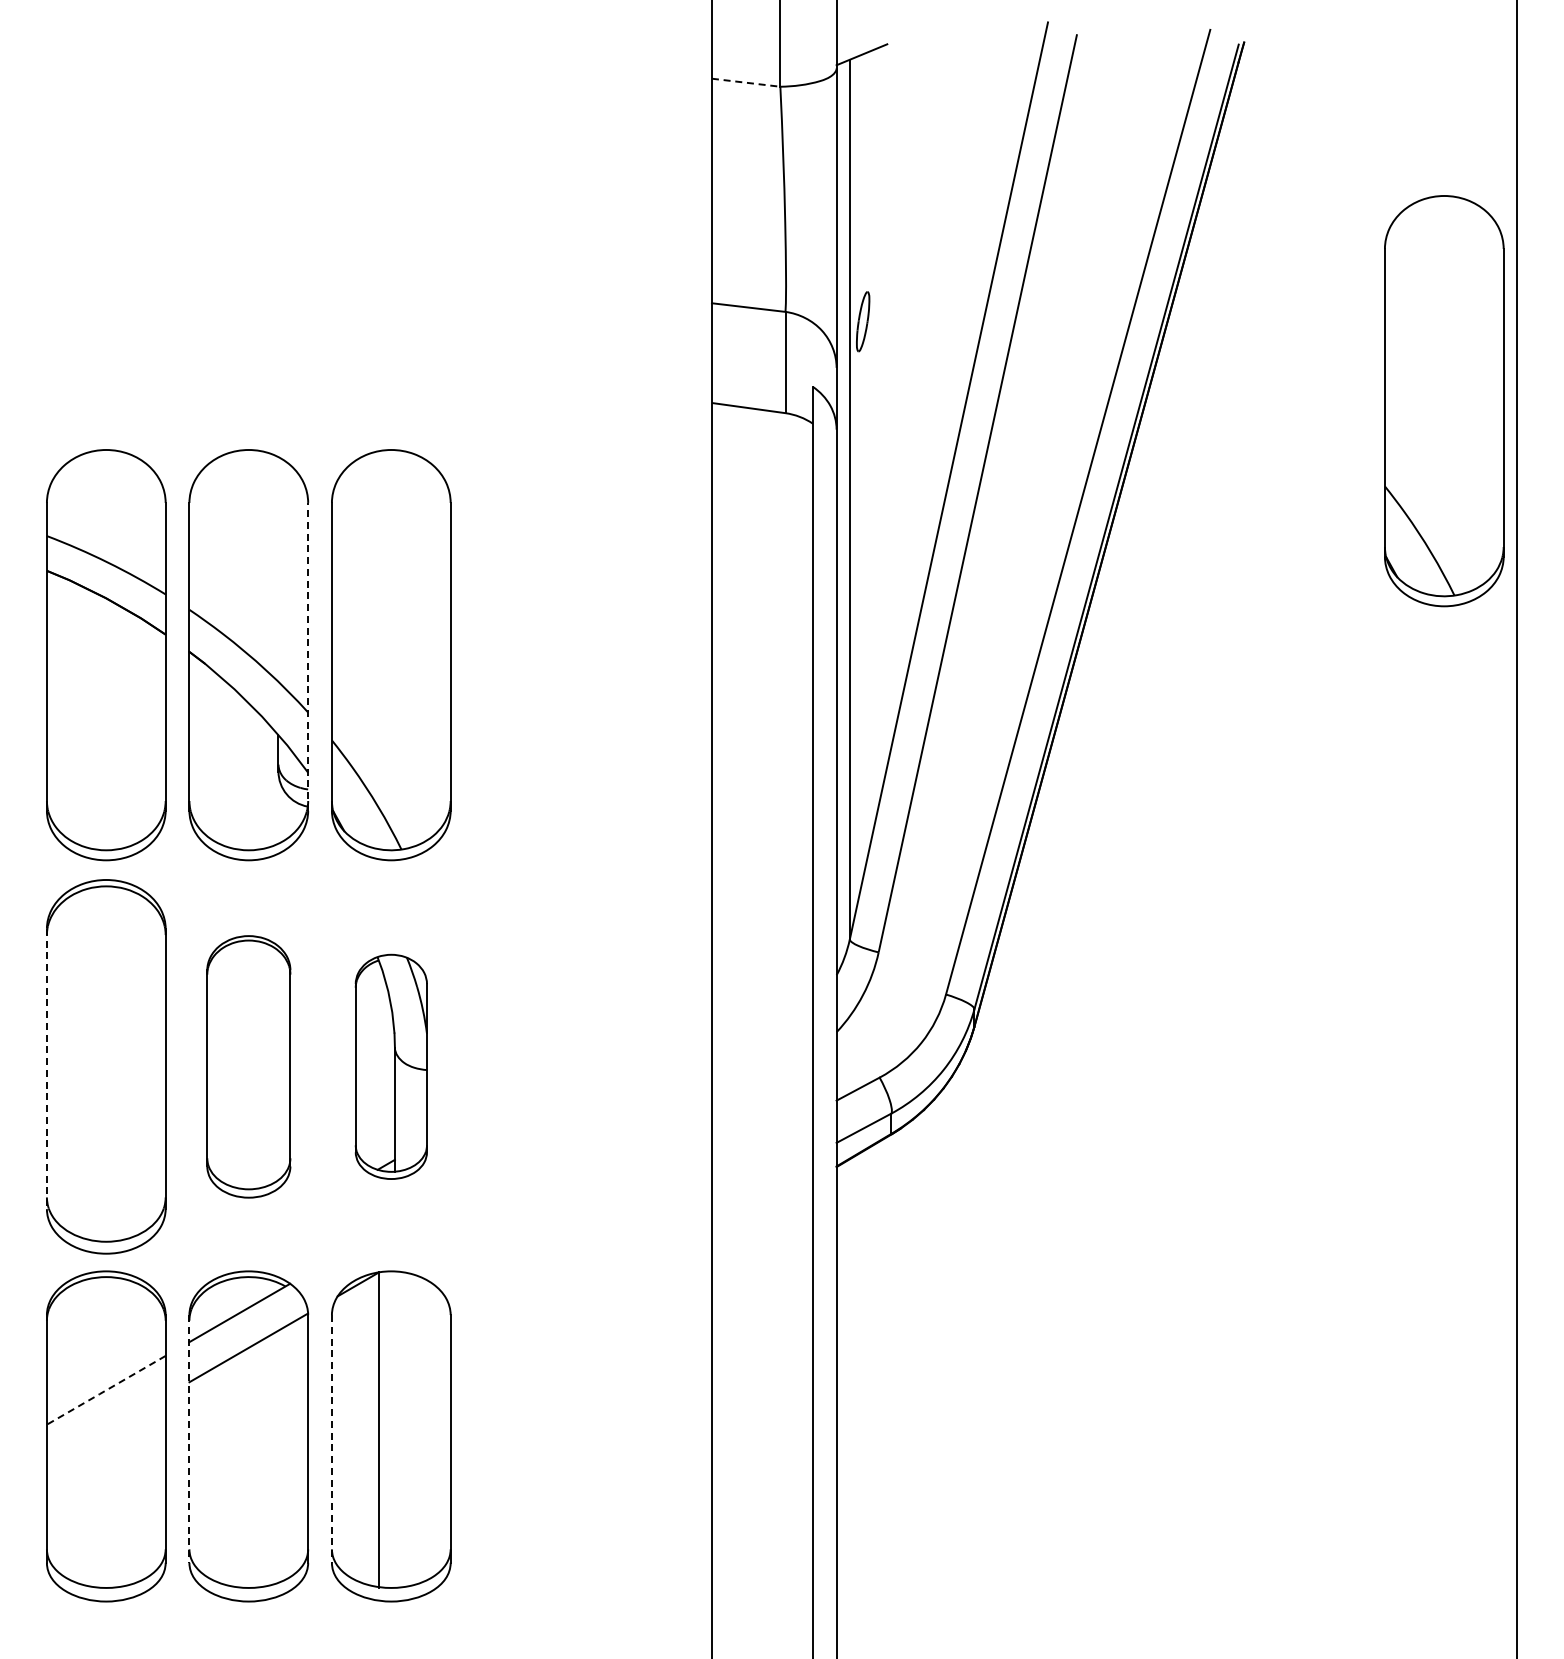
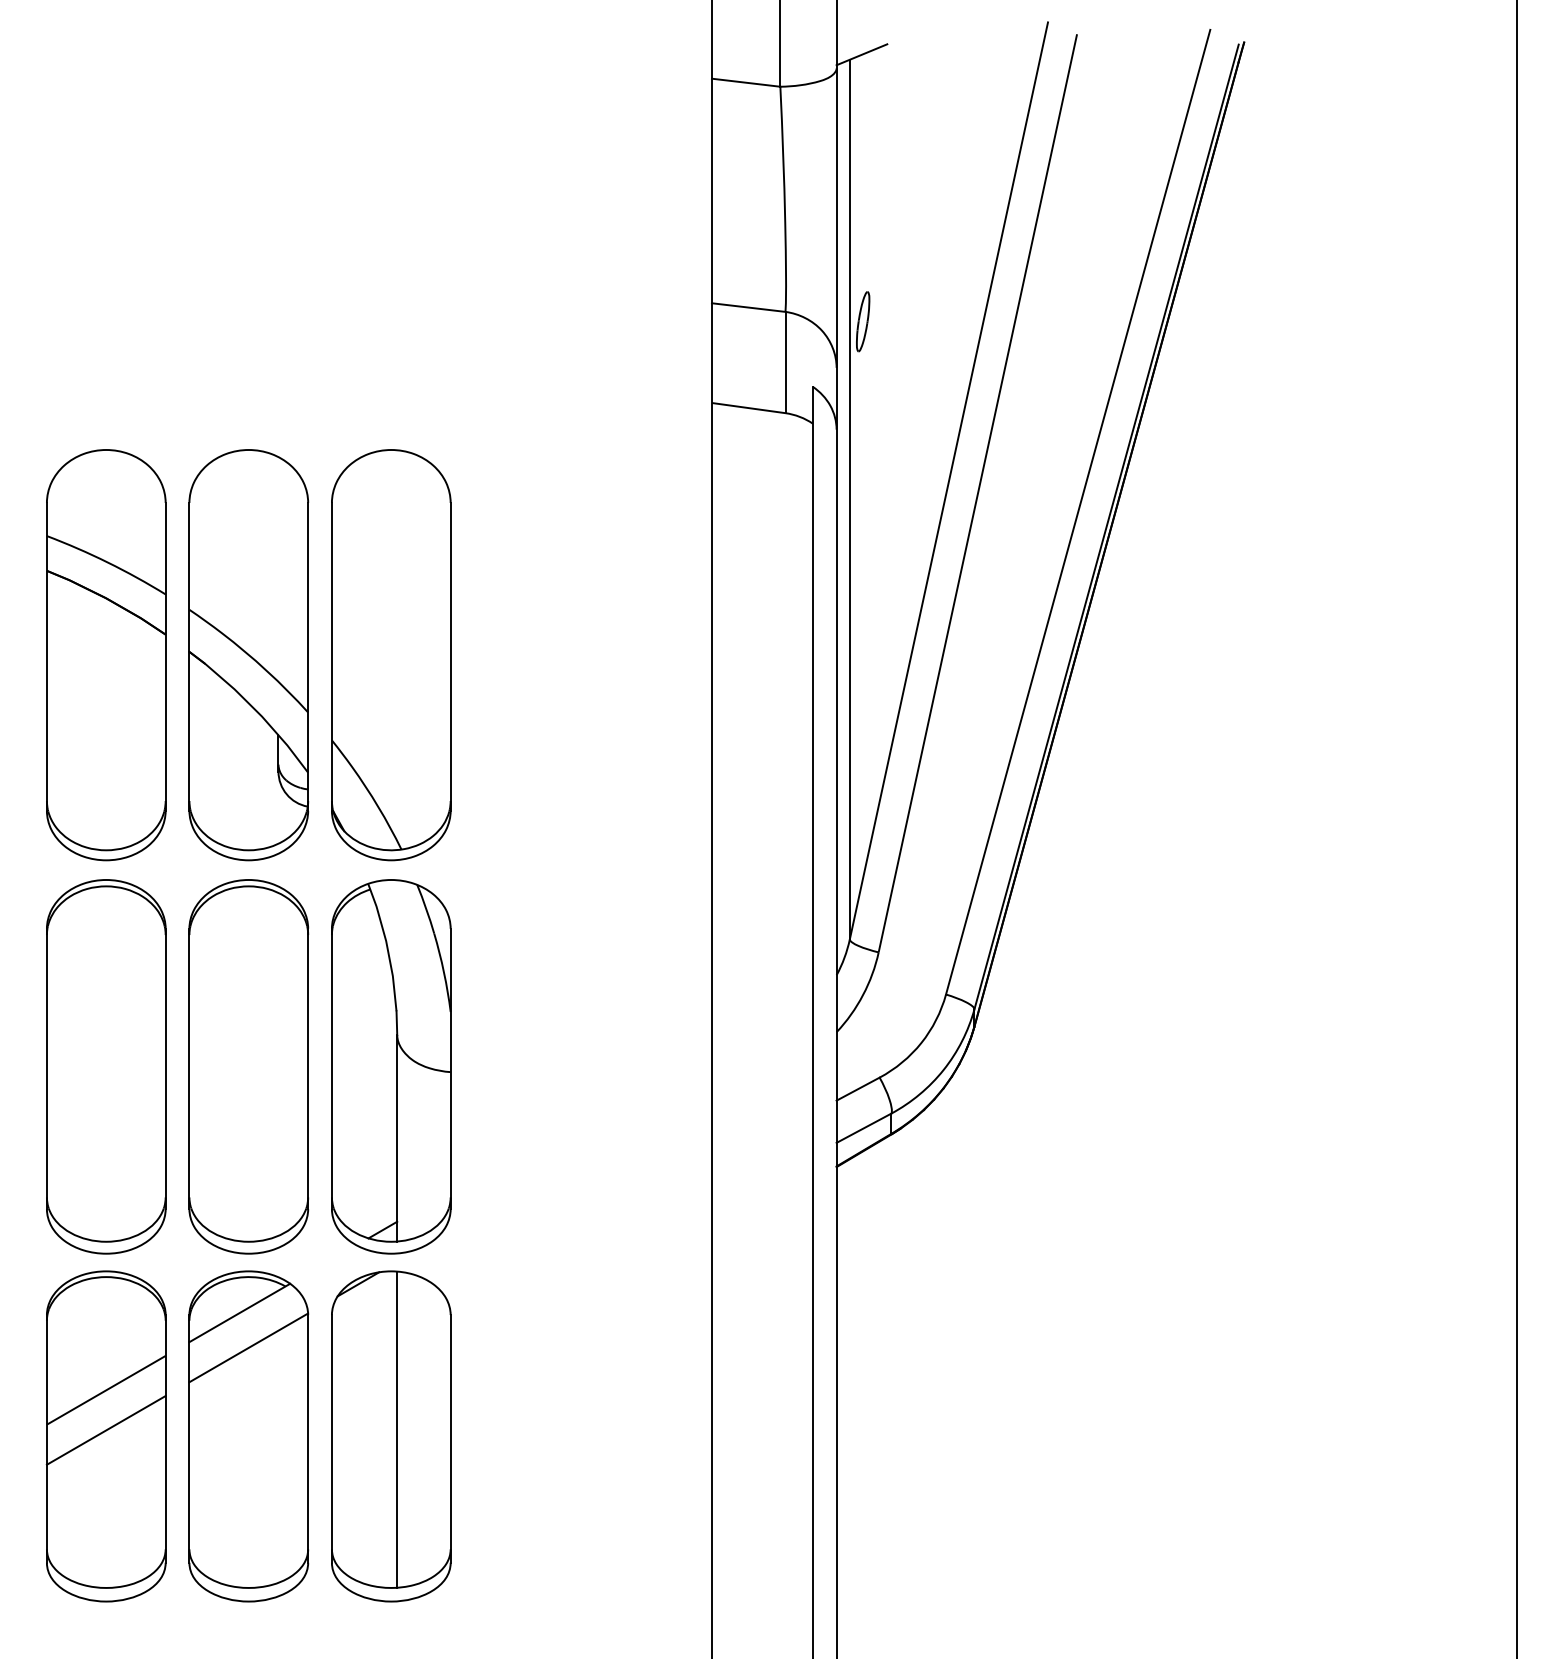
line at (746, 82): dashed -> solid
part at (1444, 401): present -> none
line at (308, 656): dashed -> solid
part at (248, 1066) size: 86x264 px -> 122x376 px
part at (390, 1066) size: 74x227 px -> 121x376 px
line at (46, 1069): dashed -> solid
line at (105, 1390): dashed -> solid
line at (379, 1429) position: (379, 1429) -> (397, 1429)
line at (105, 1430): none -> present
line at (189, 1438): dashed -> solid
line at (331, 1438): dashed -> solid
